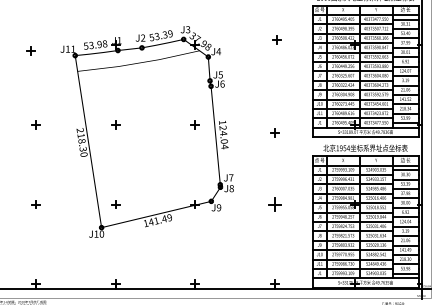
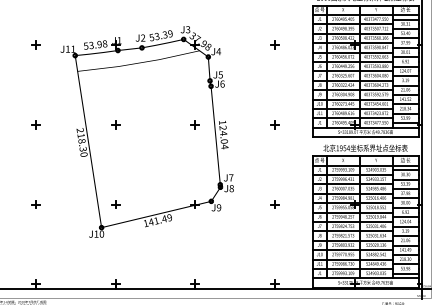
part at (276, 39) position: (276, 39) -> (274, 44)
part at (30, 50) position: (30, 50) -> (35, 44)
part at (274, 132) position: (274, 132) -> (274, 124)
part at (274, 204) size: 14x15 px -> 10x9 px
